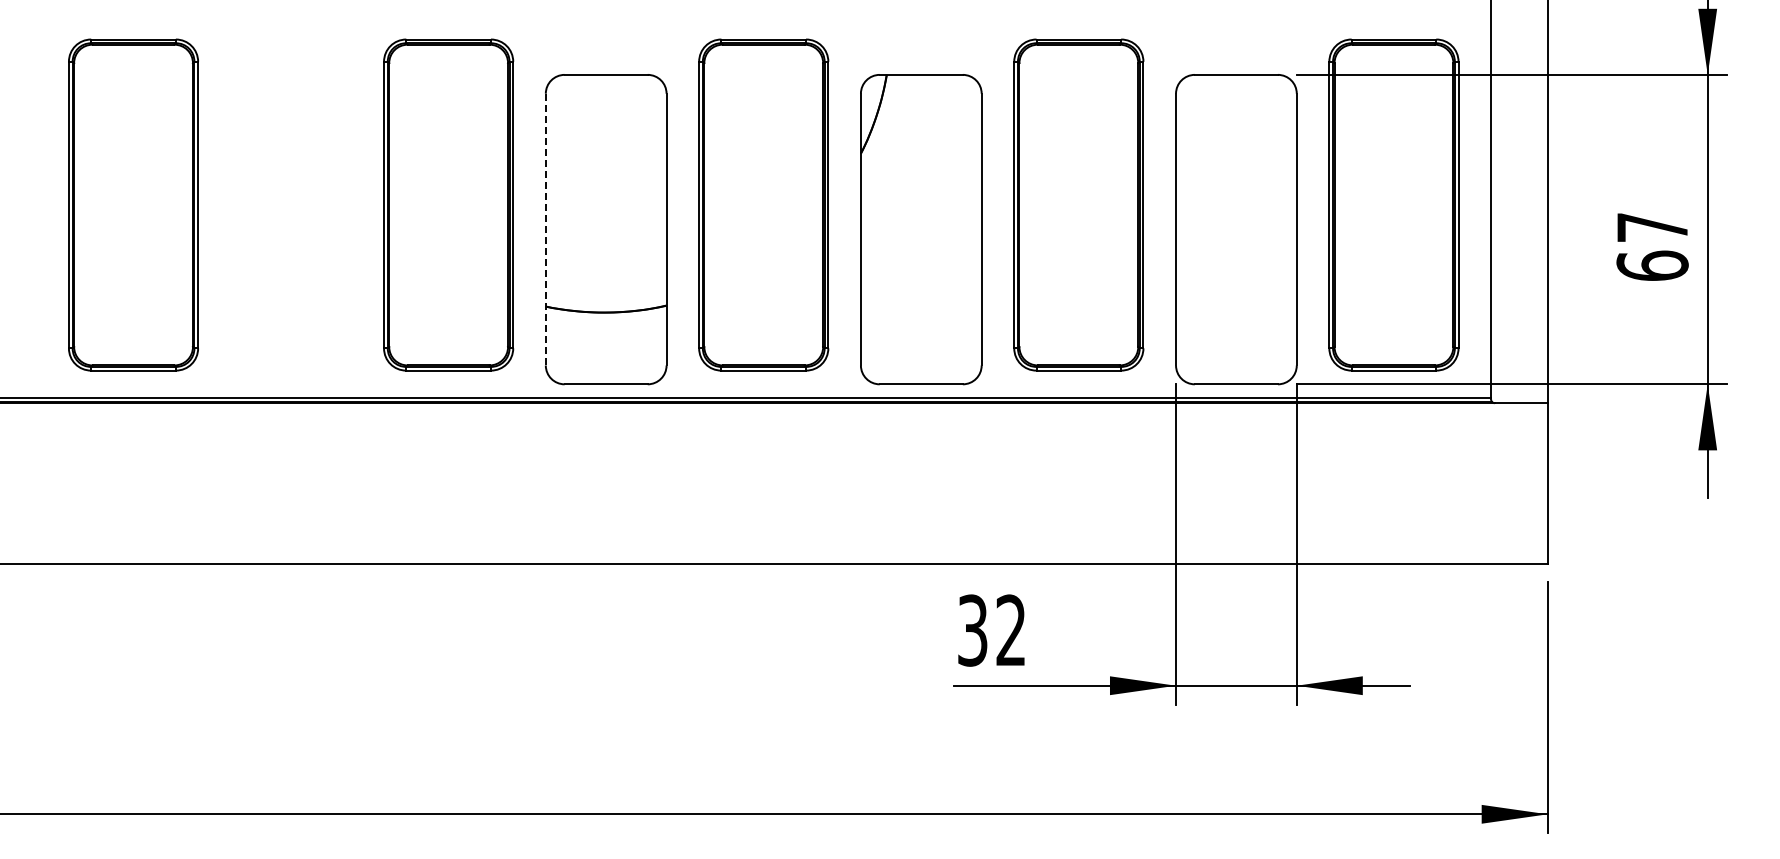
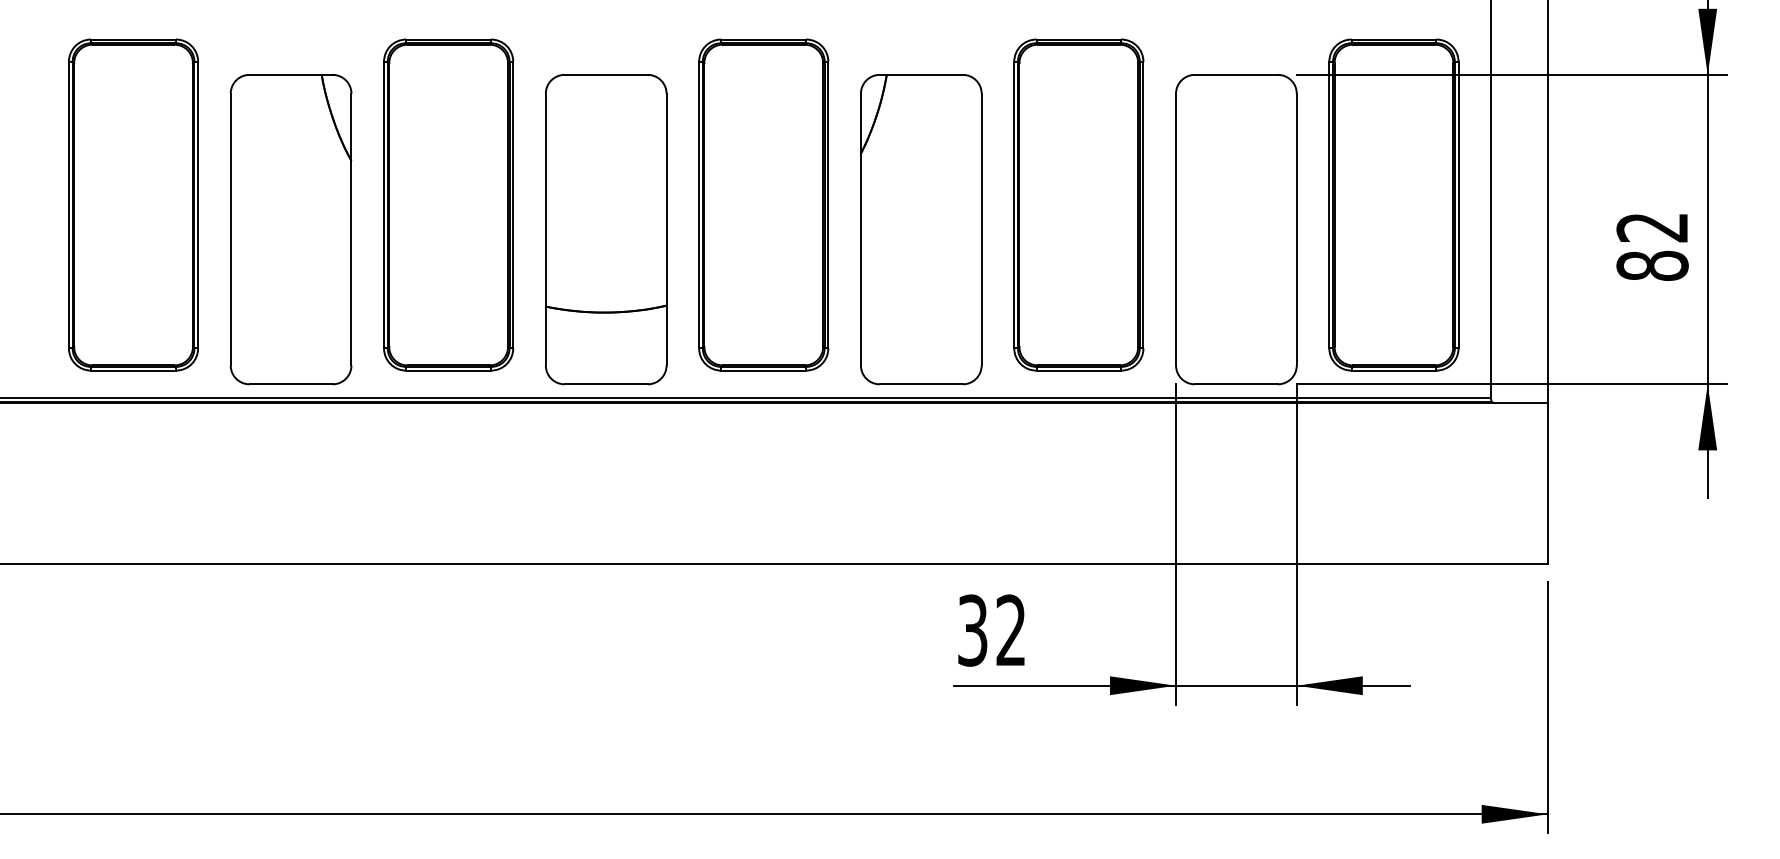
part at (290, 229): none -> present
line at (545, 229): dashed -> solid
text at (1652, 246): 67 -> 82
